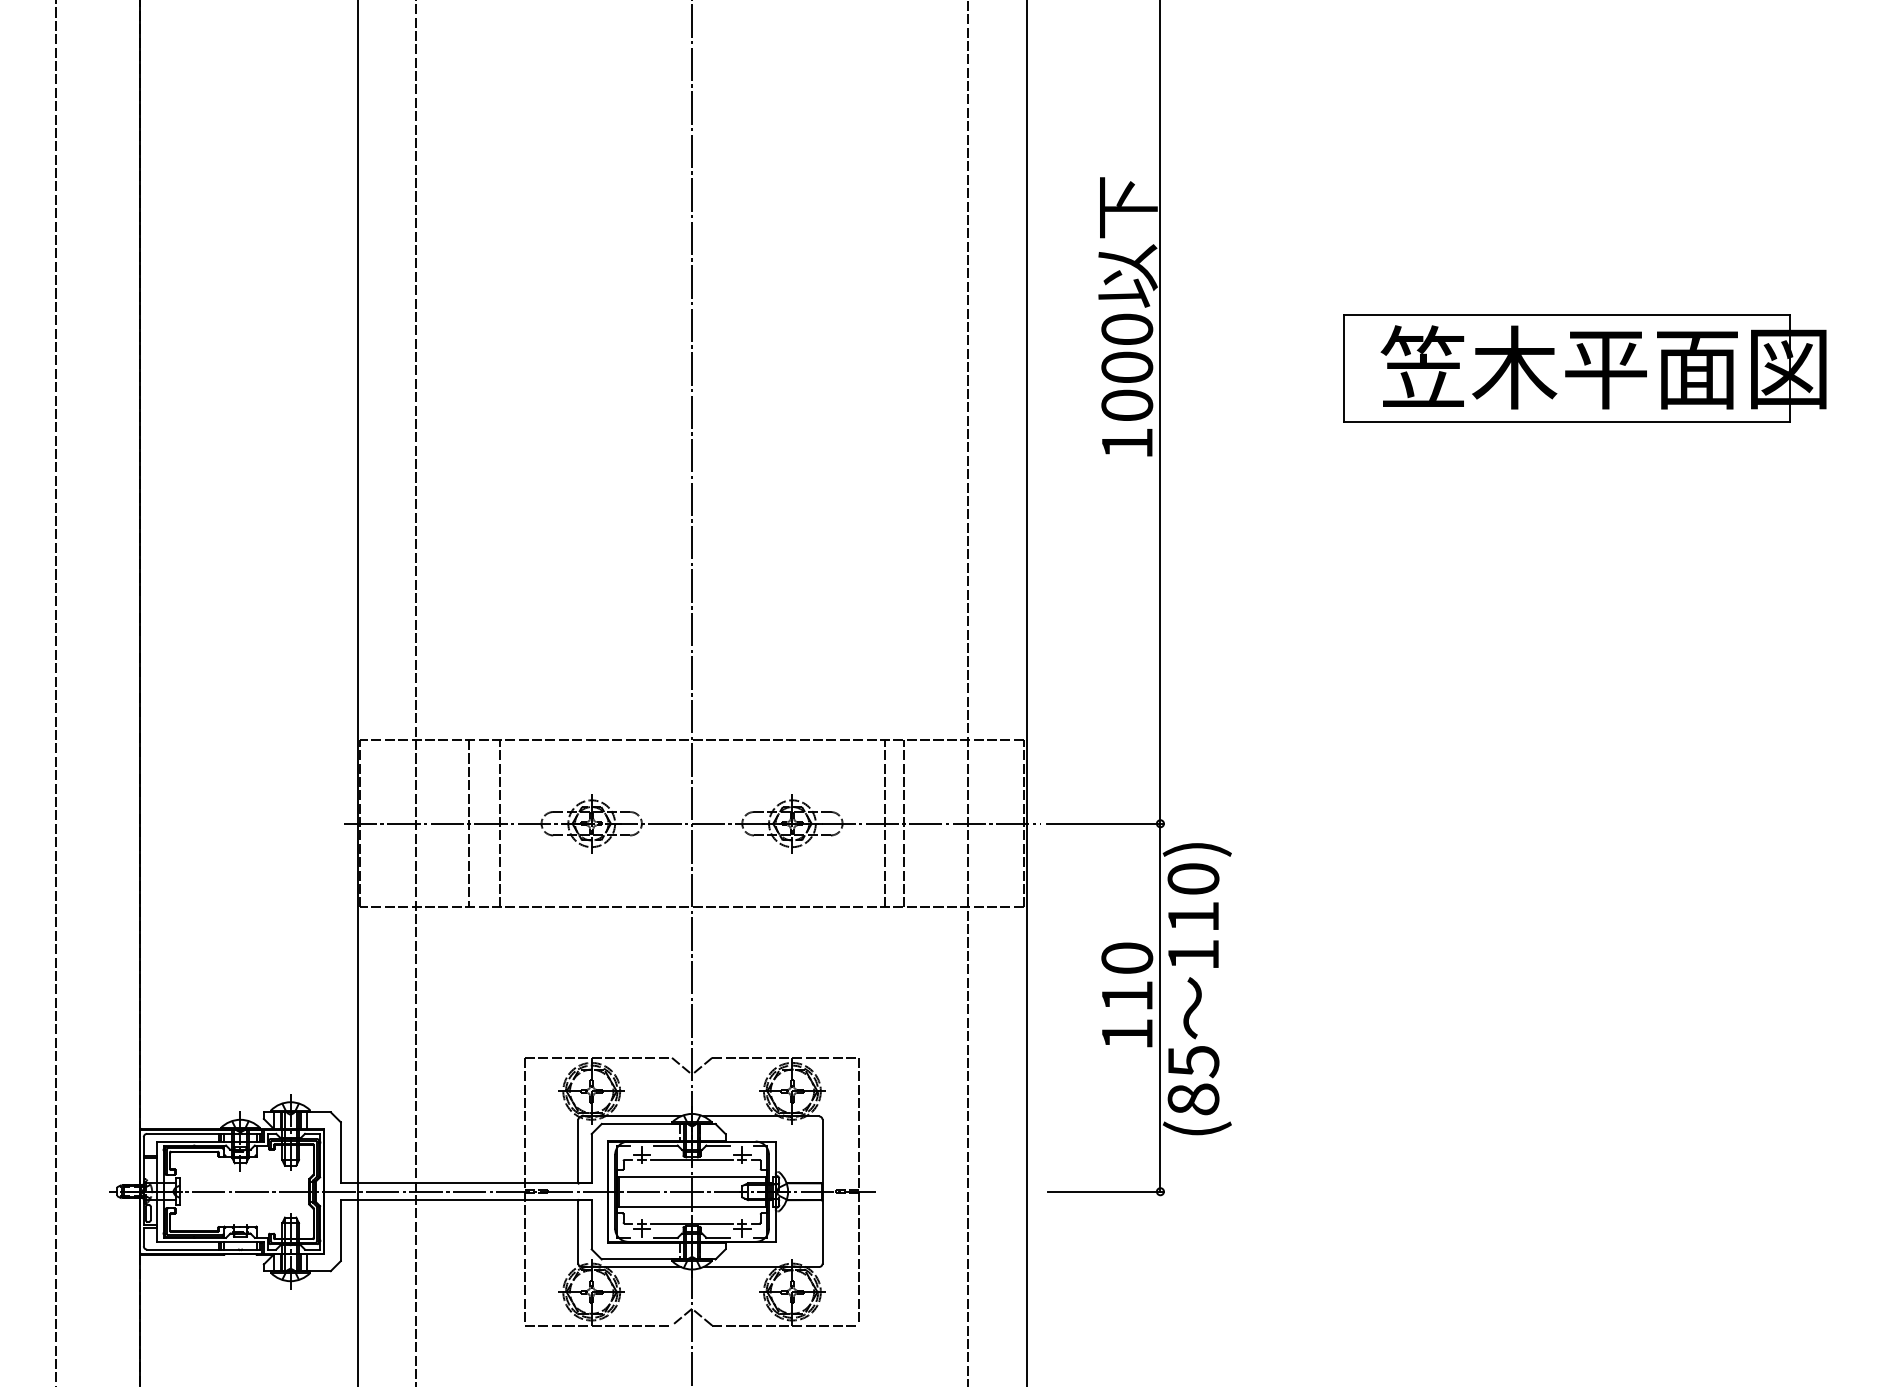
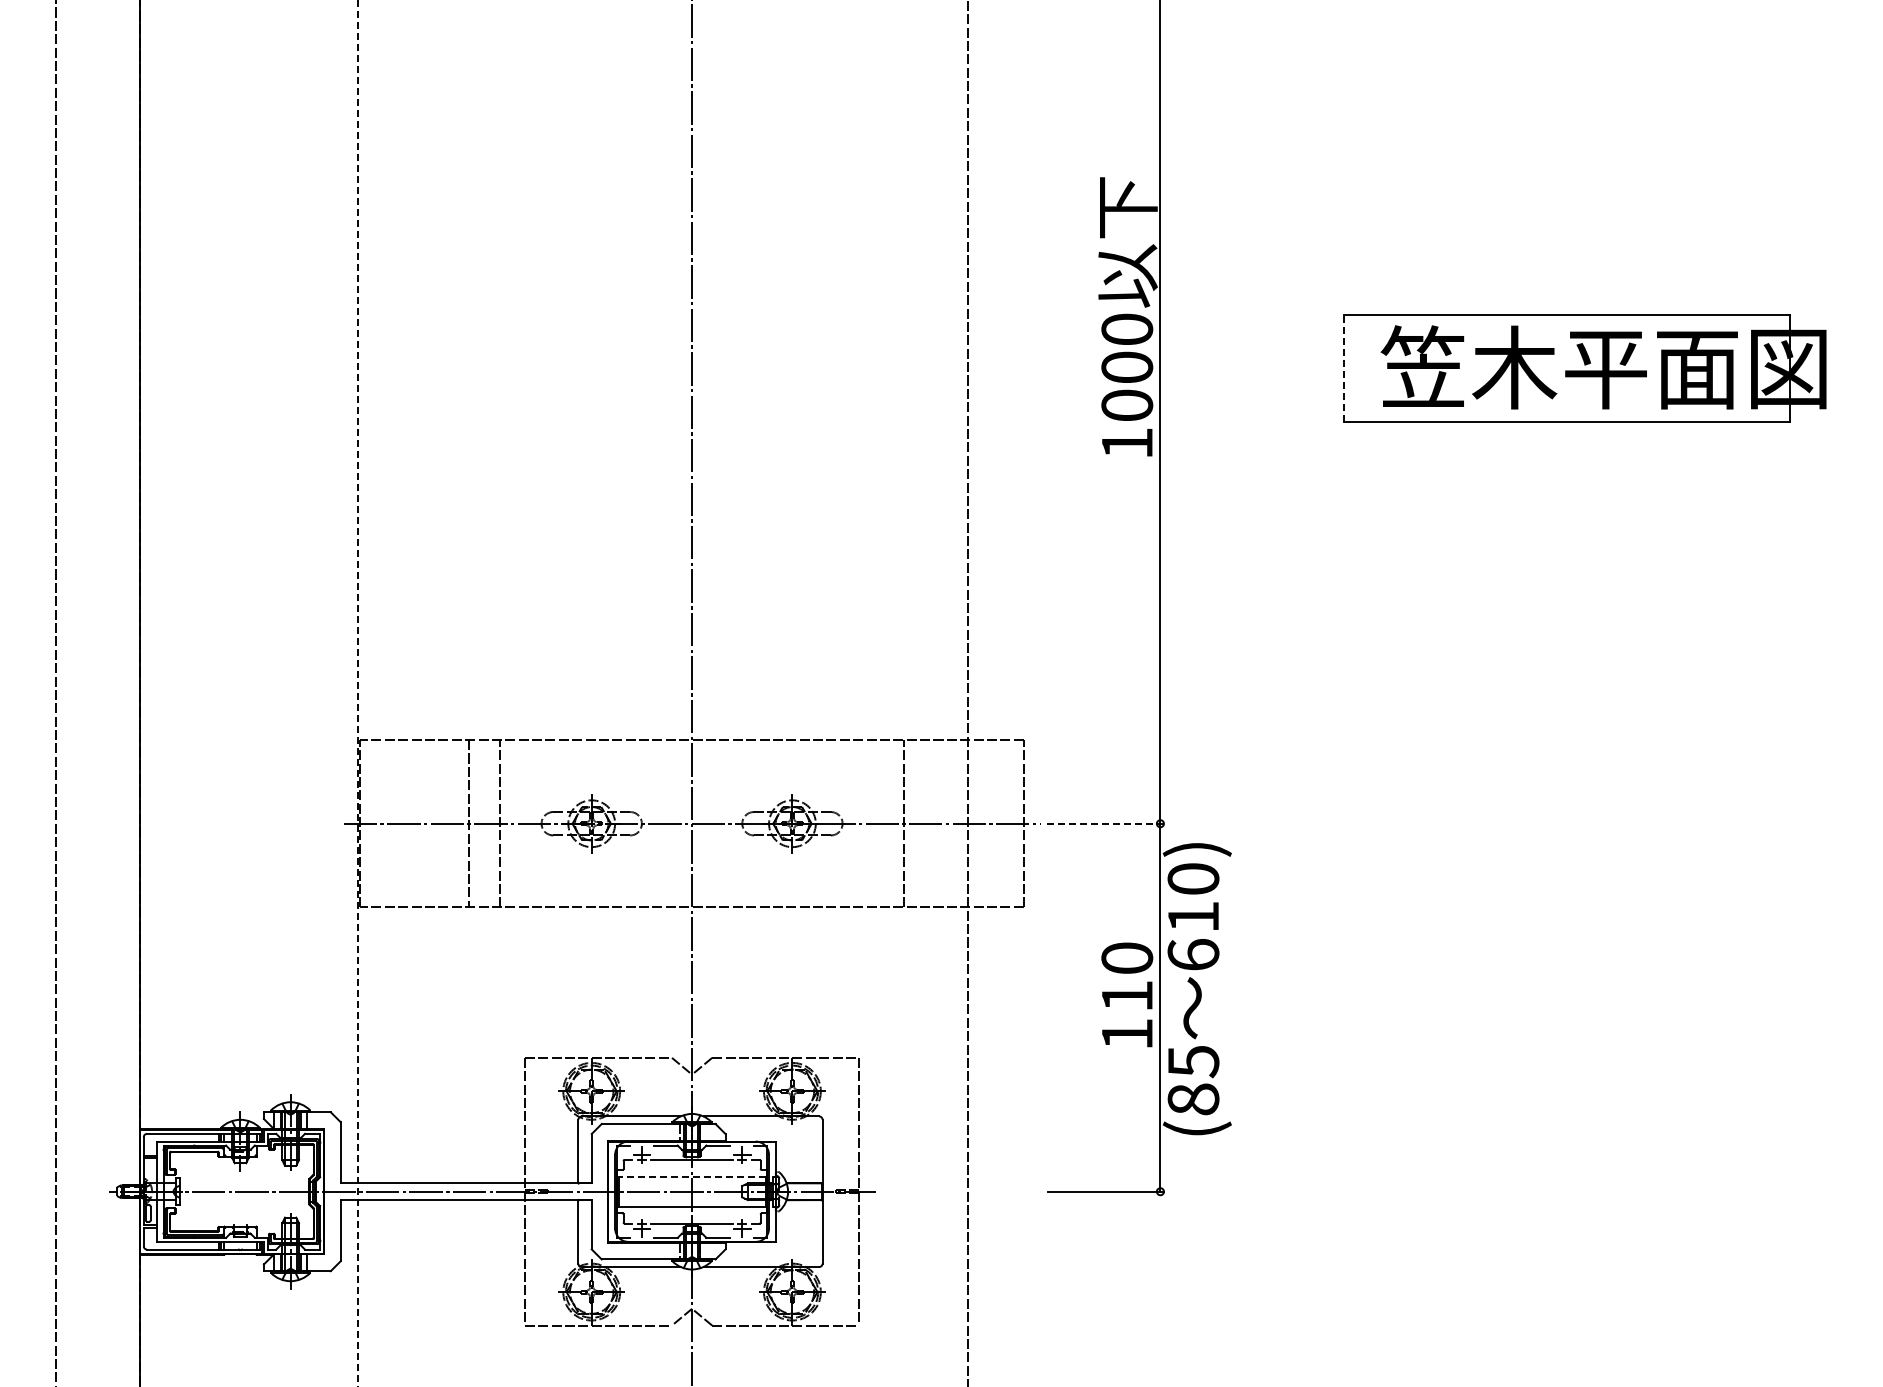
line at (1344, 368): solid -> dashed
line at (416, 692): present -> none
line at (1026, 692): present -> none
line at (357, 693): solid -> dashed
line at (884, 823): present -> none
line at (1105, 823): solid -> dashed
text at (1193, 954): 110) -> 610)
line at (692, 1176): solid -> dashed
